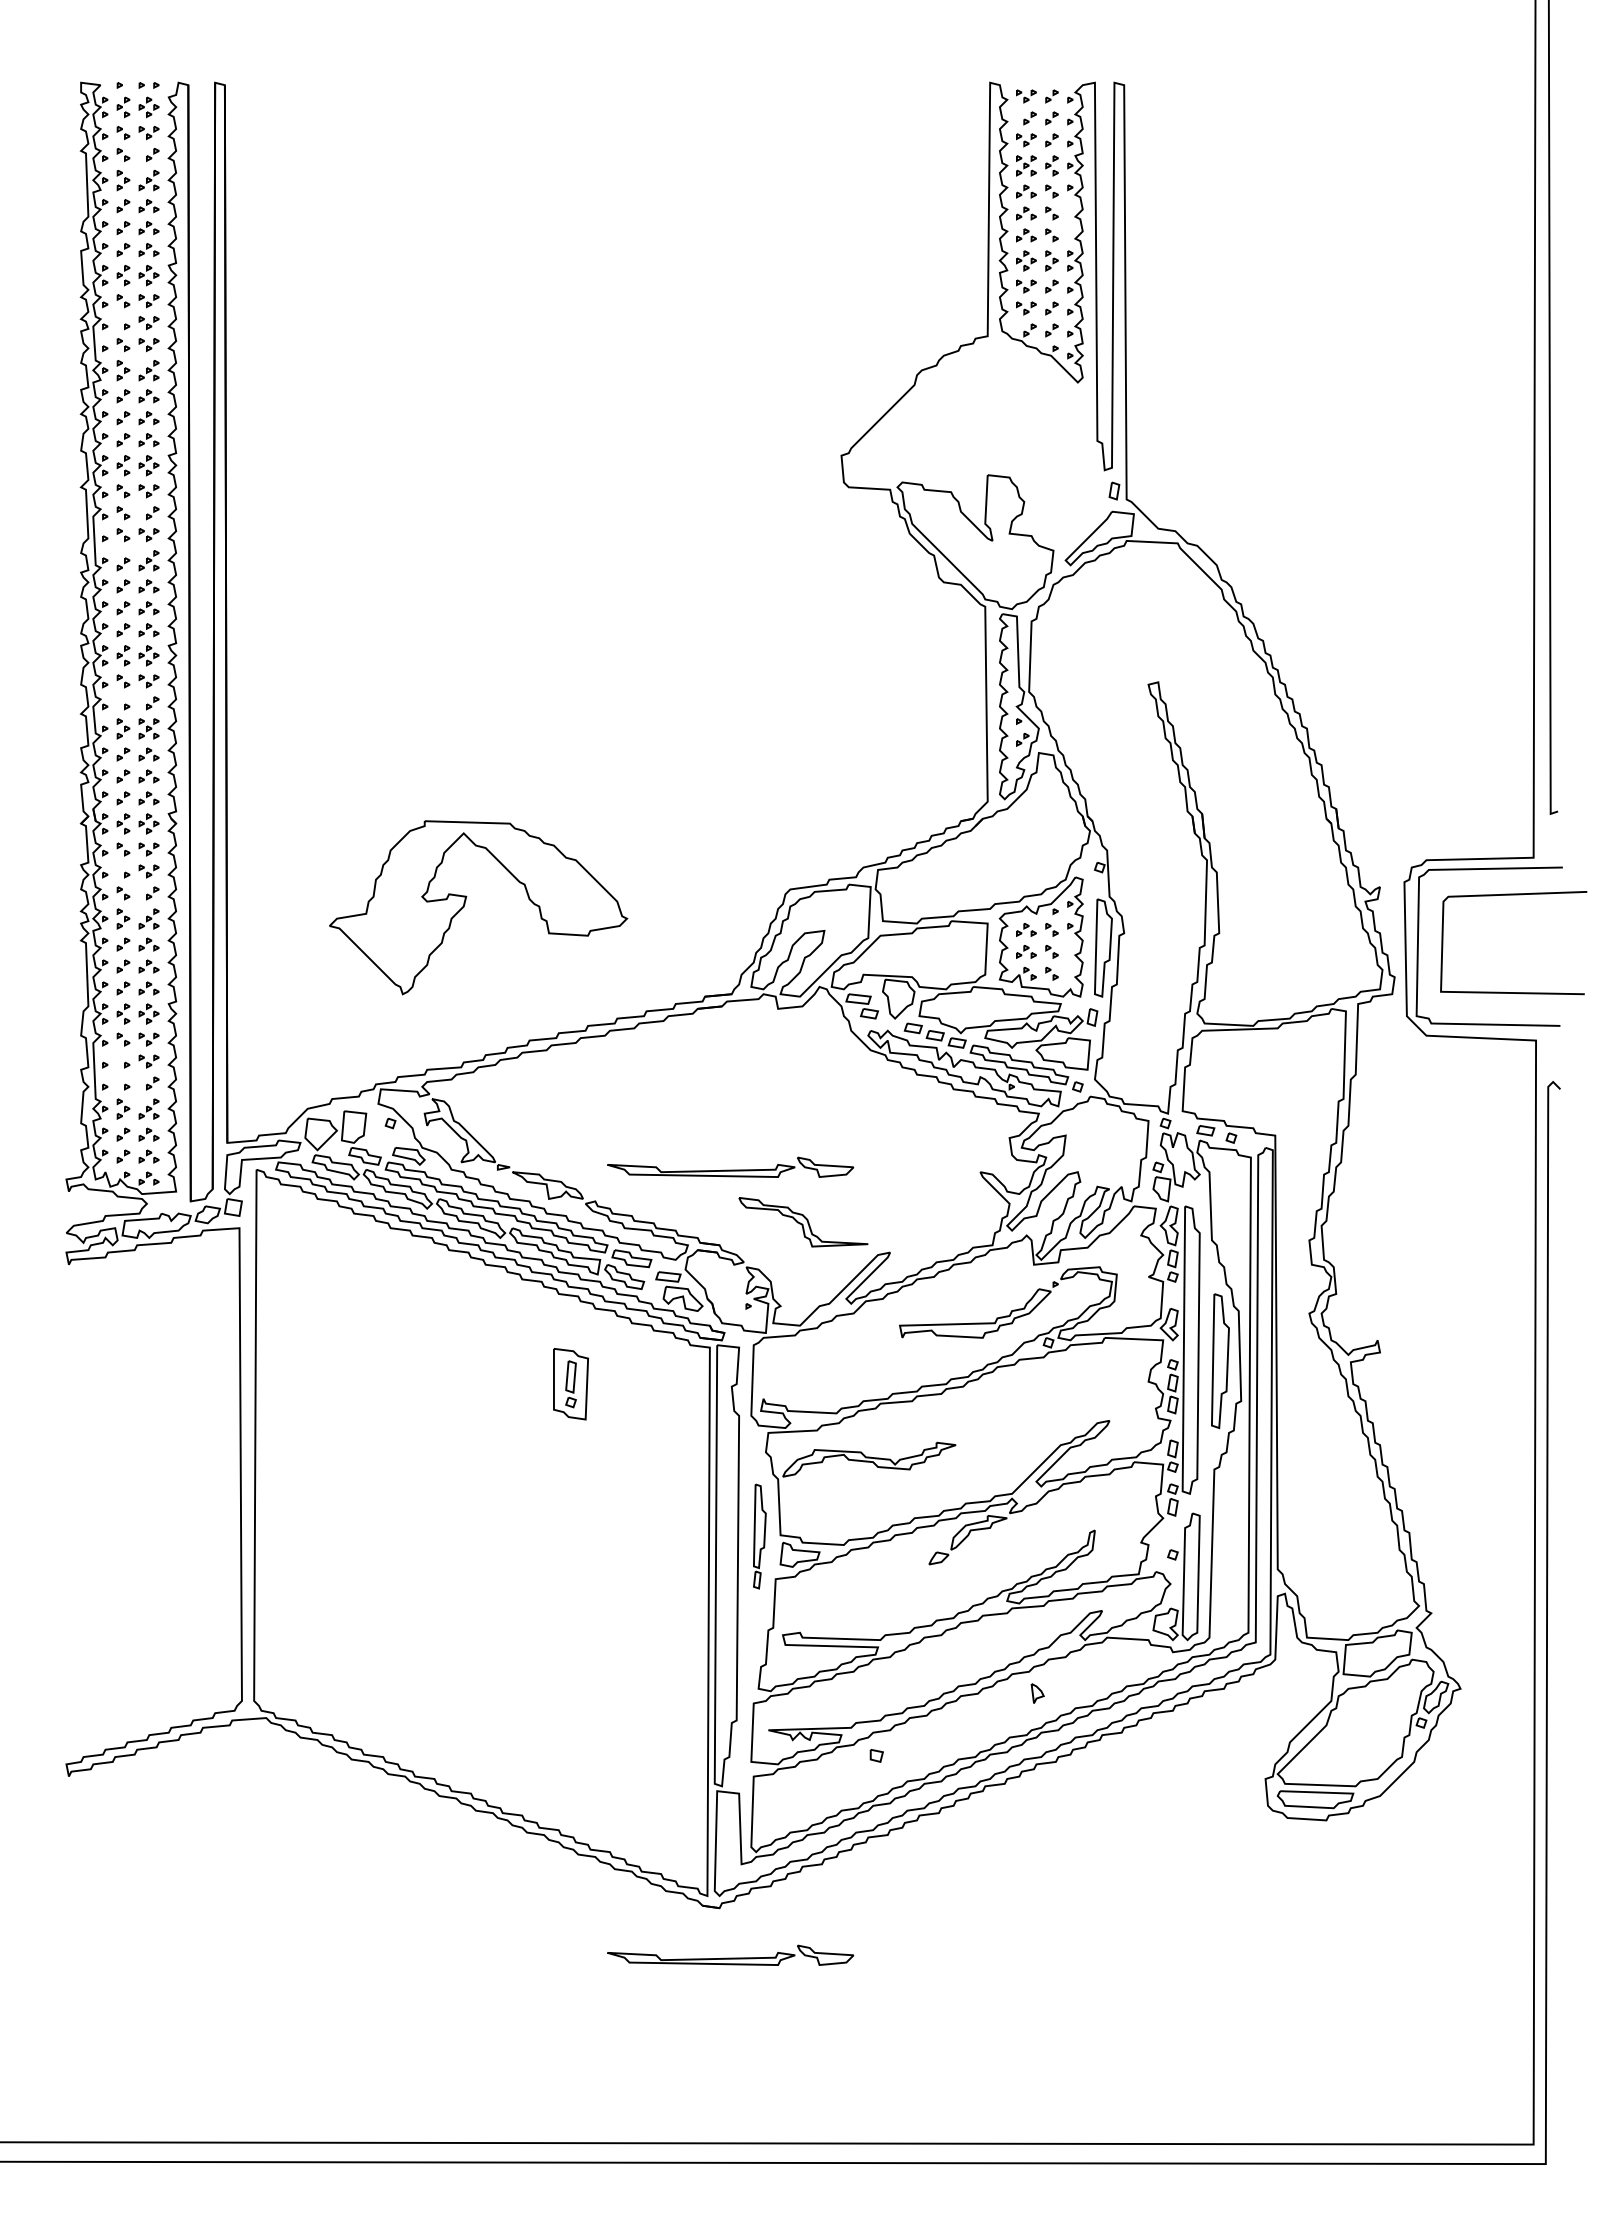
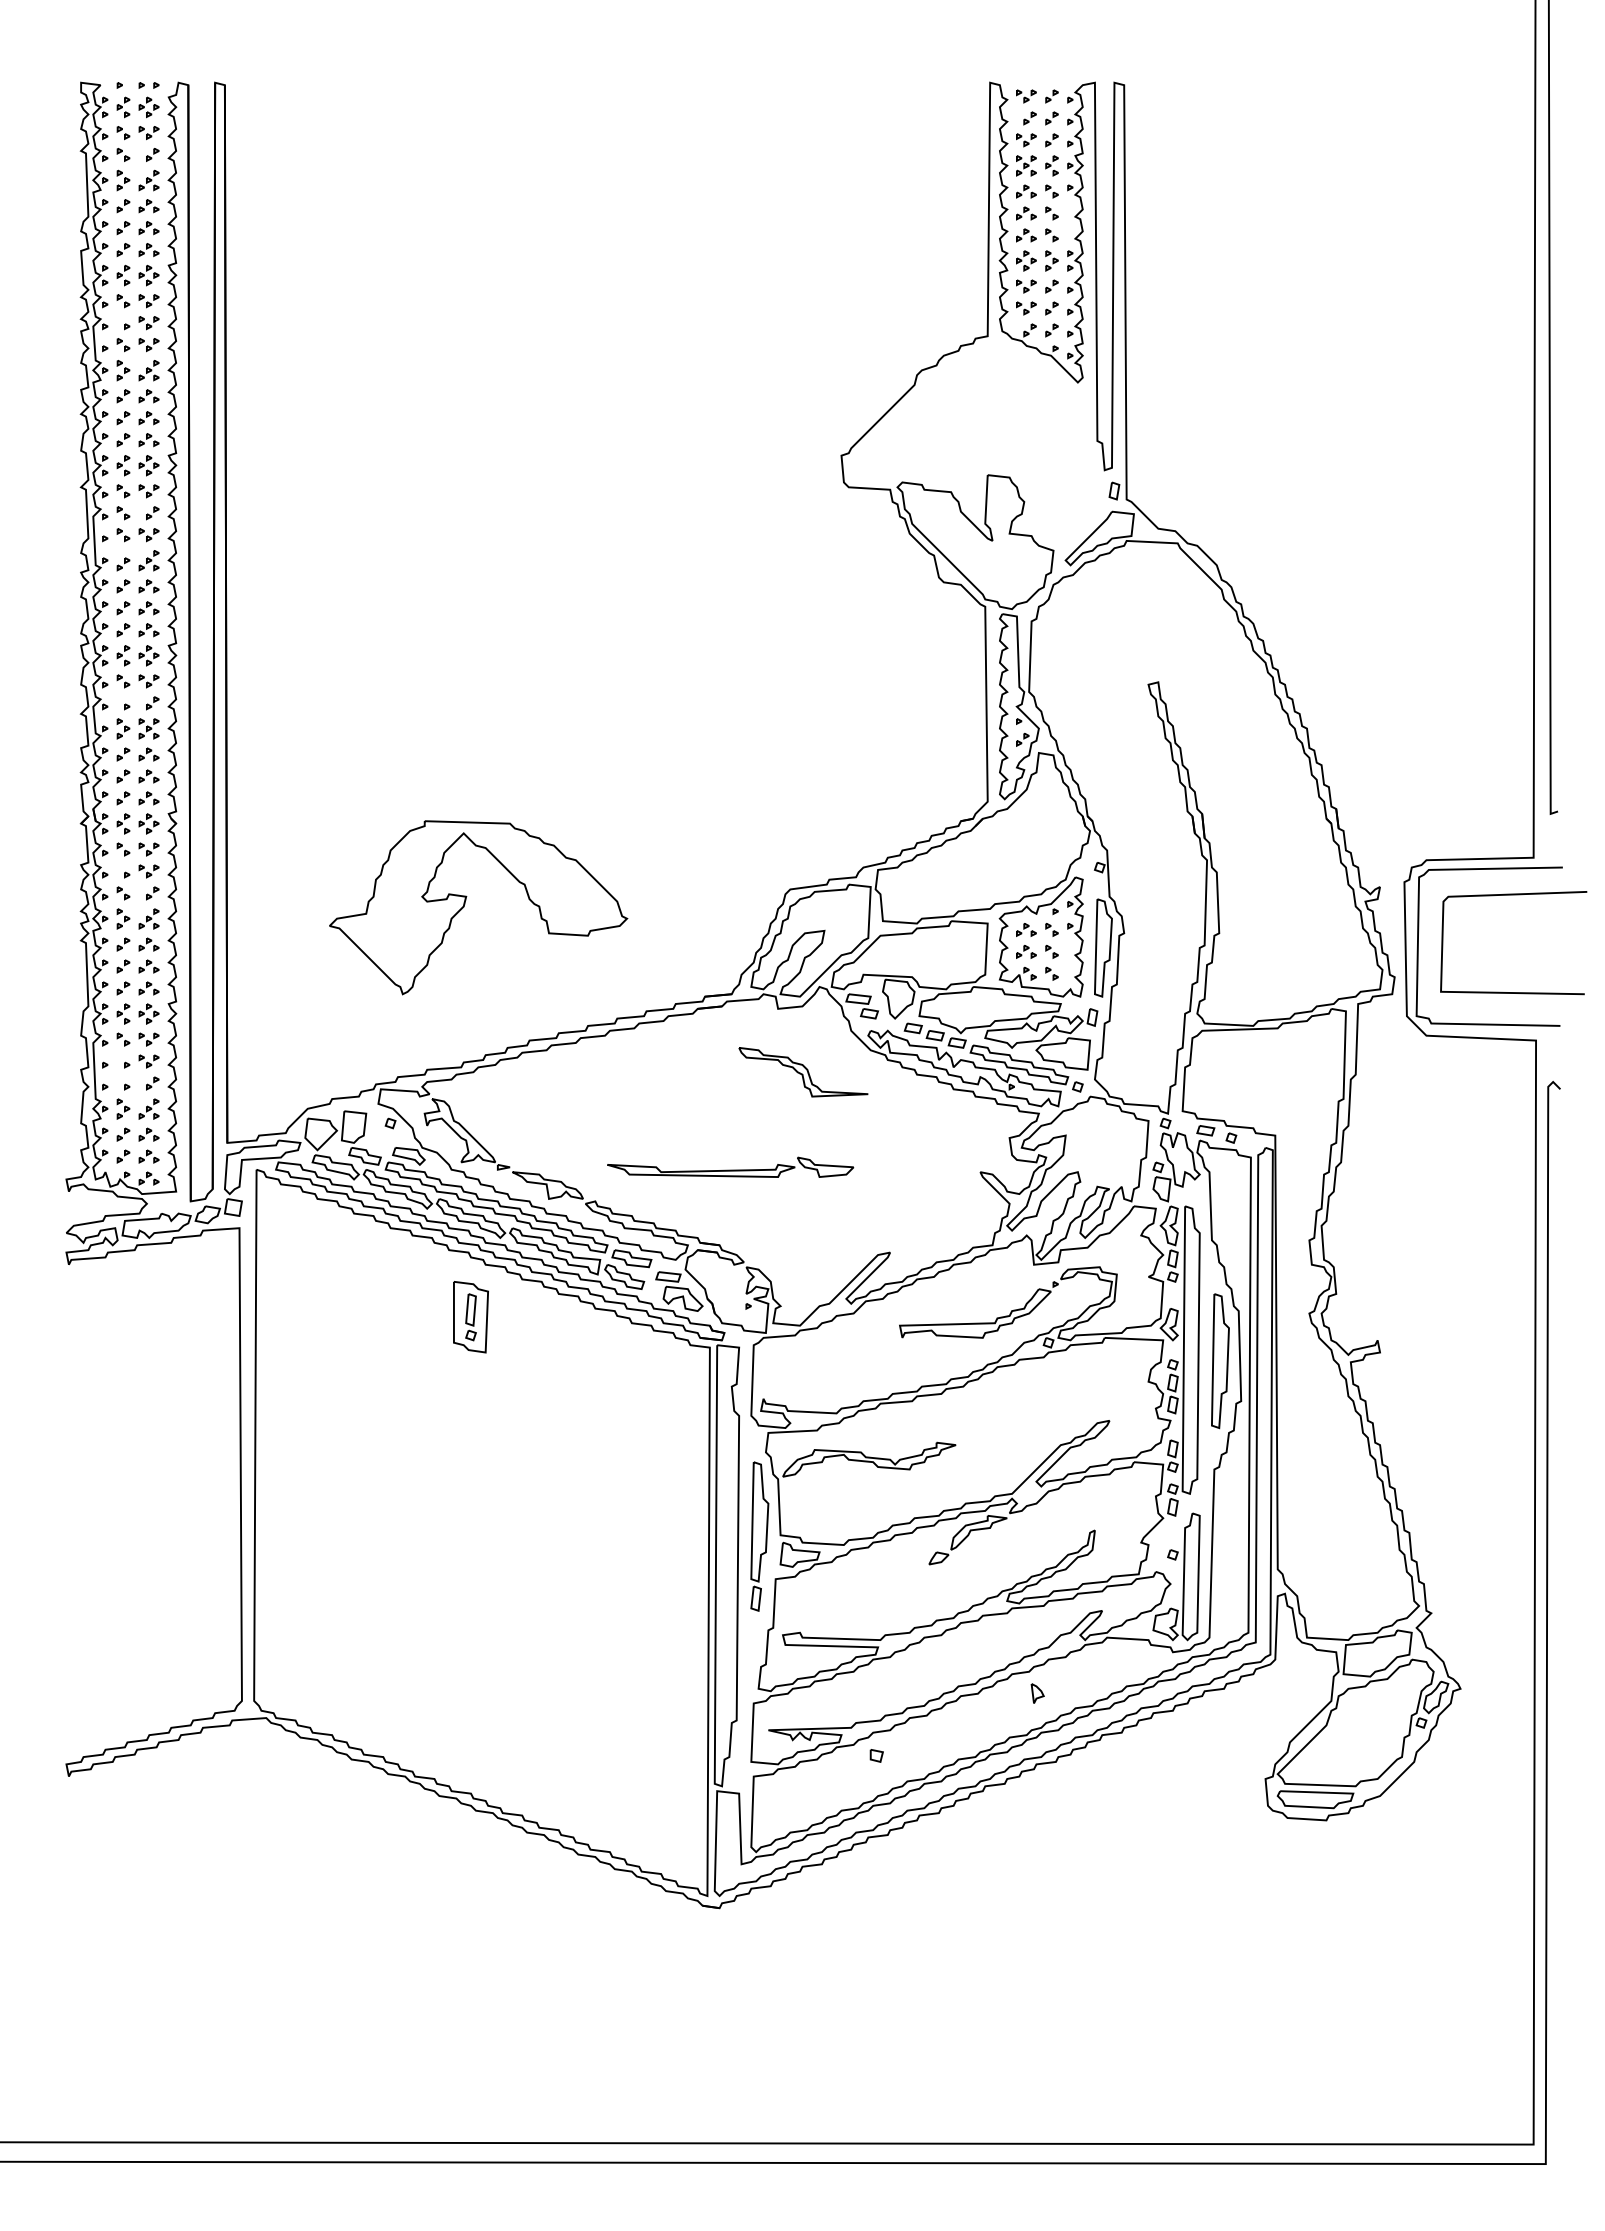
part at (803, 1222) position: (803, 1222) -> (803, 1072)
part at (570, 1384) position: (570, 1384) -> (470, 1317)
part at (759, 1536) size: 14x107 px -> 20x151 px
part at (730, 1954): present -> none
